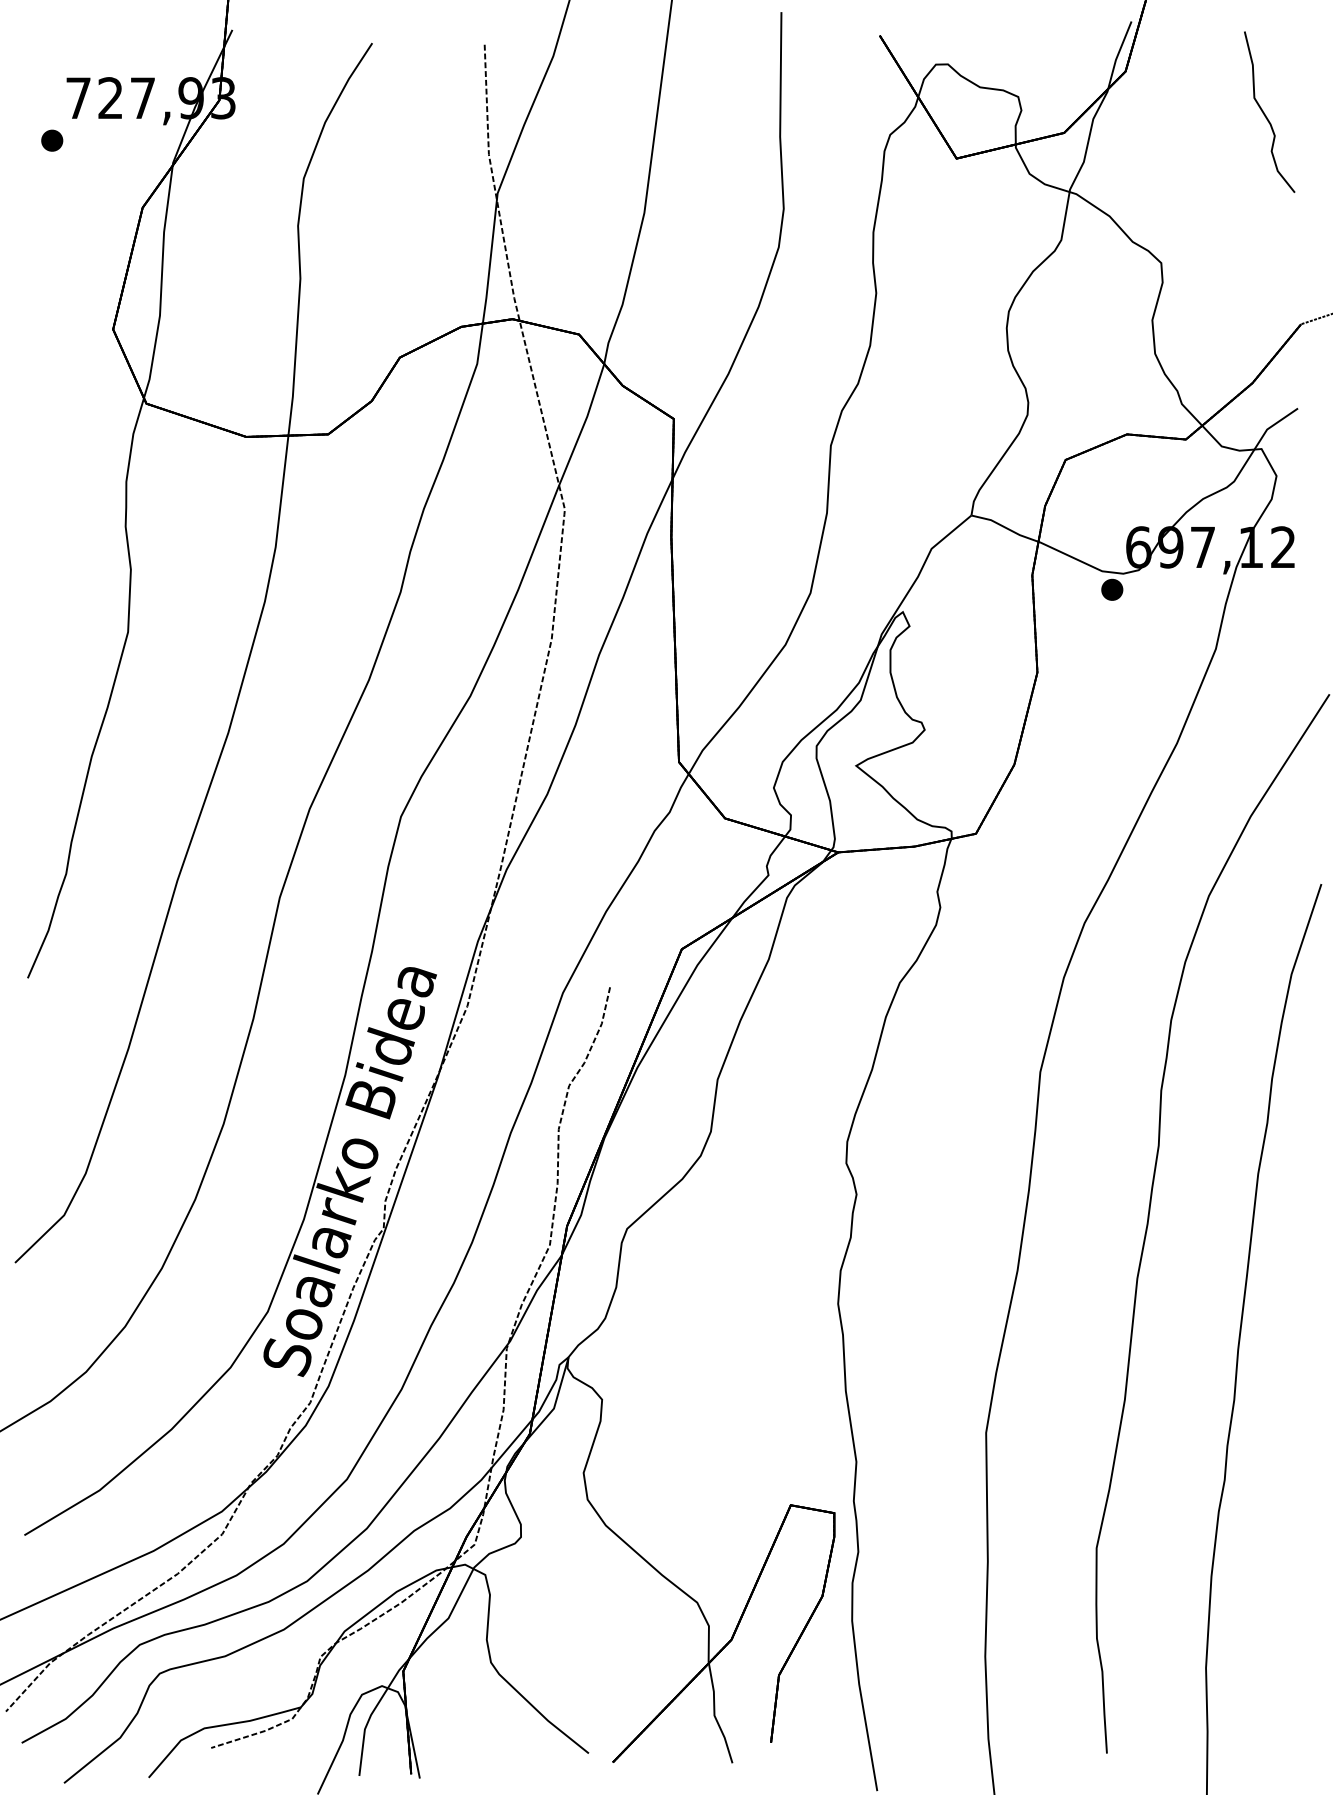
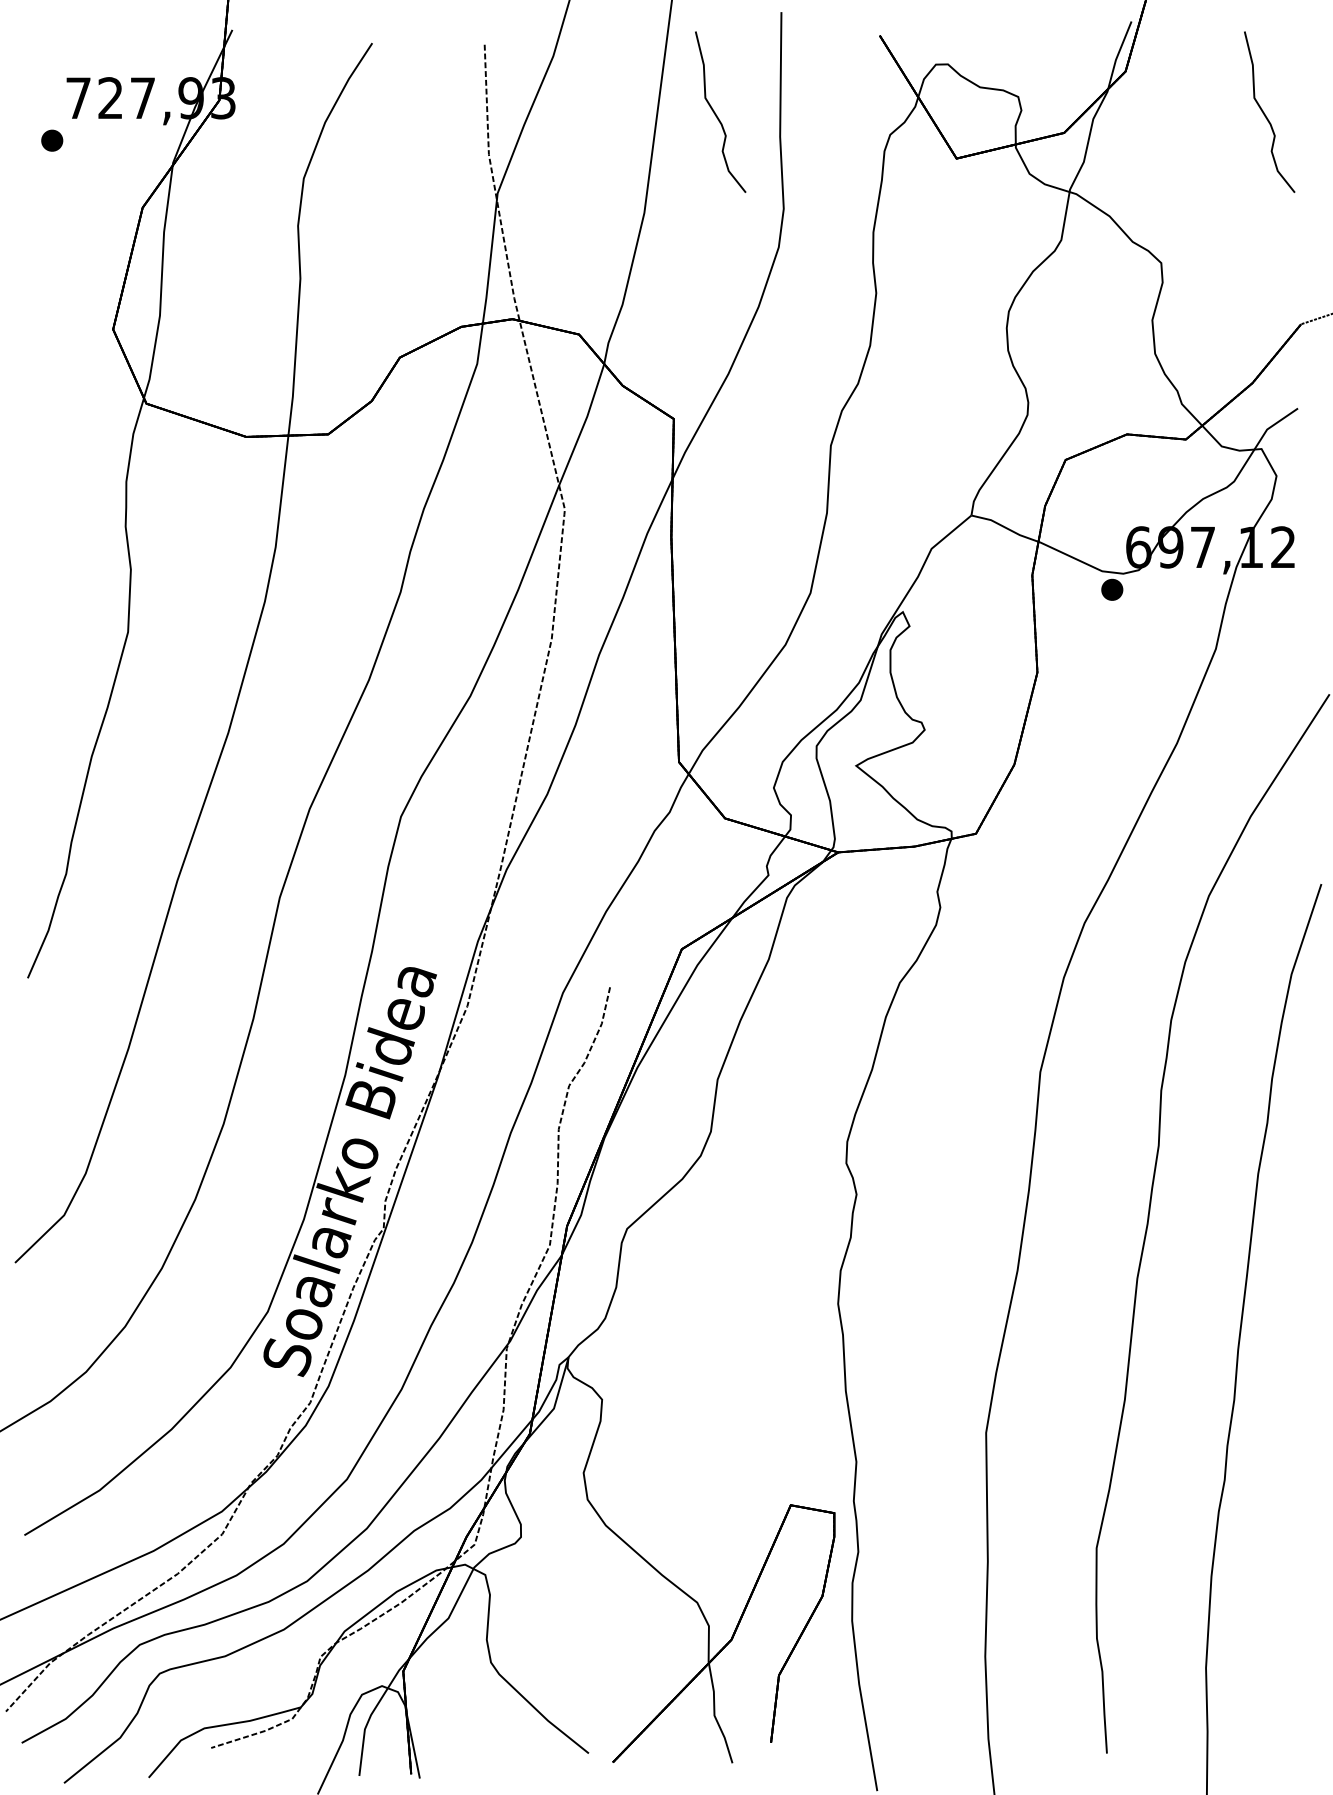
curve at (716, 114): none -> present
